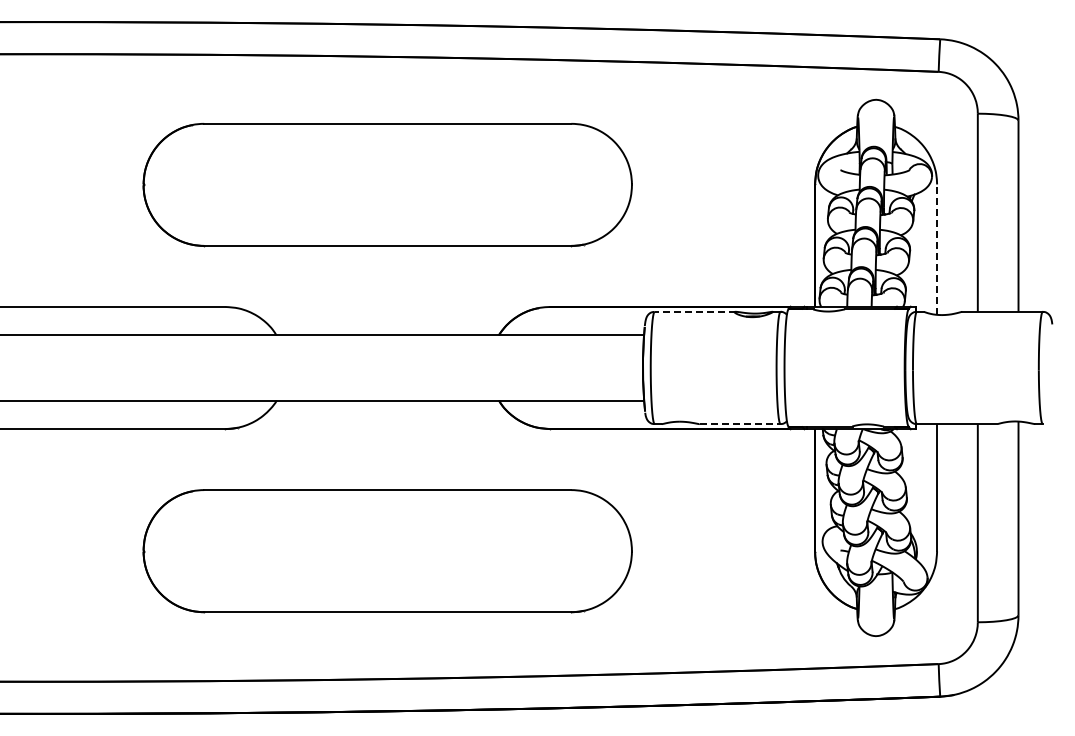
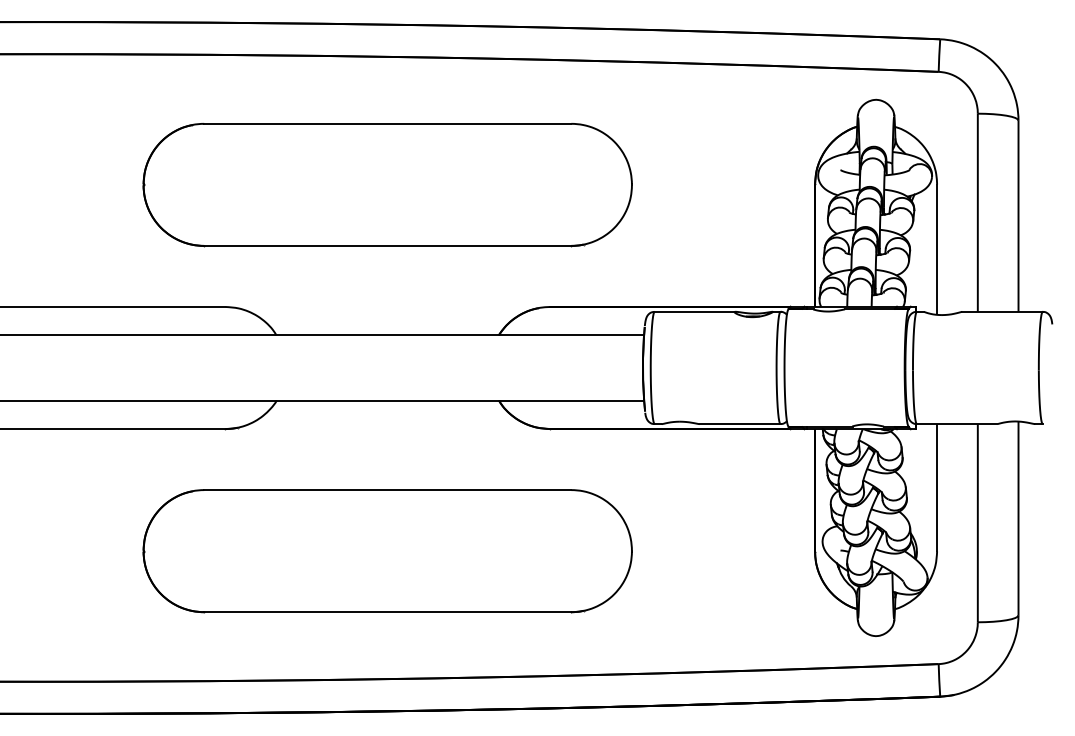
line at (937, 249): dashed -> solid
line at (695, 311): dashed -> solid
line at (740, 424): dashed -> solid
